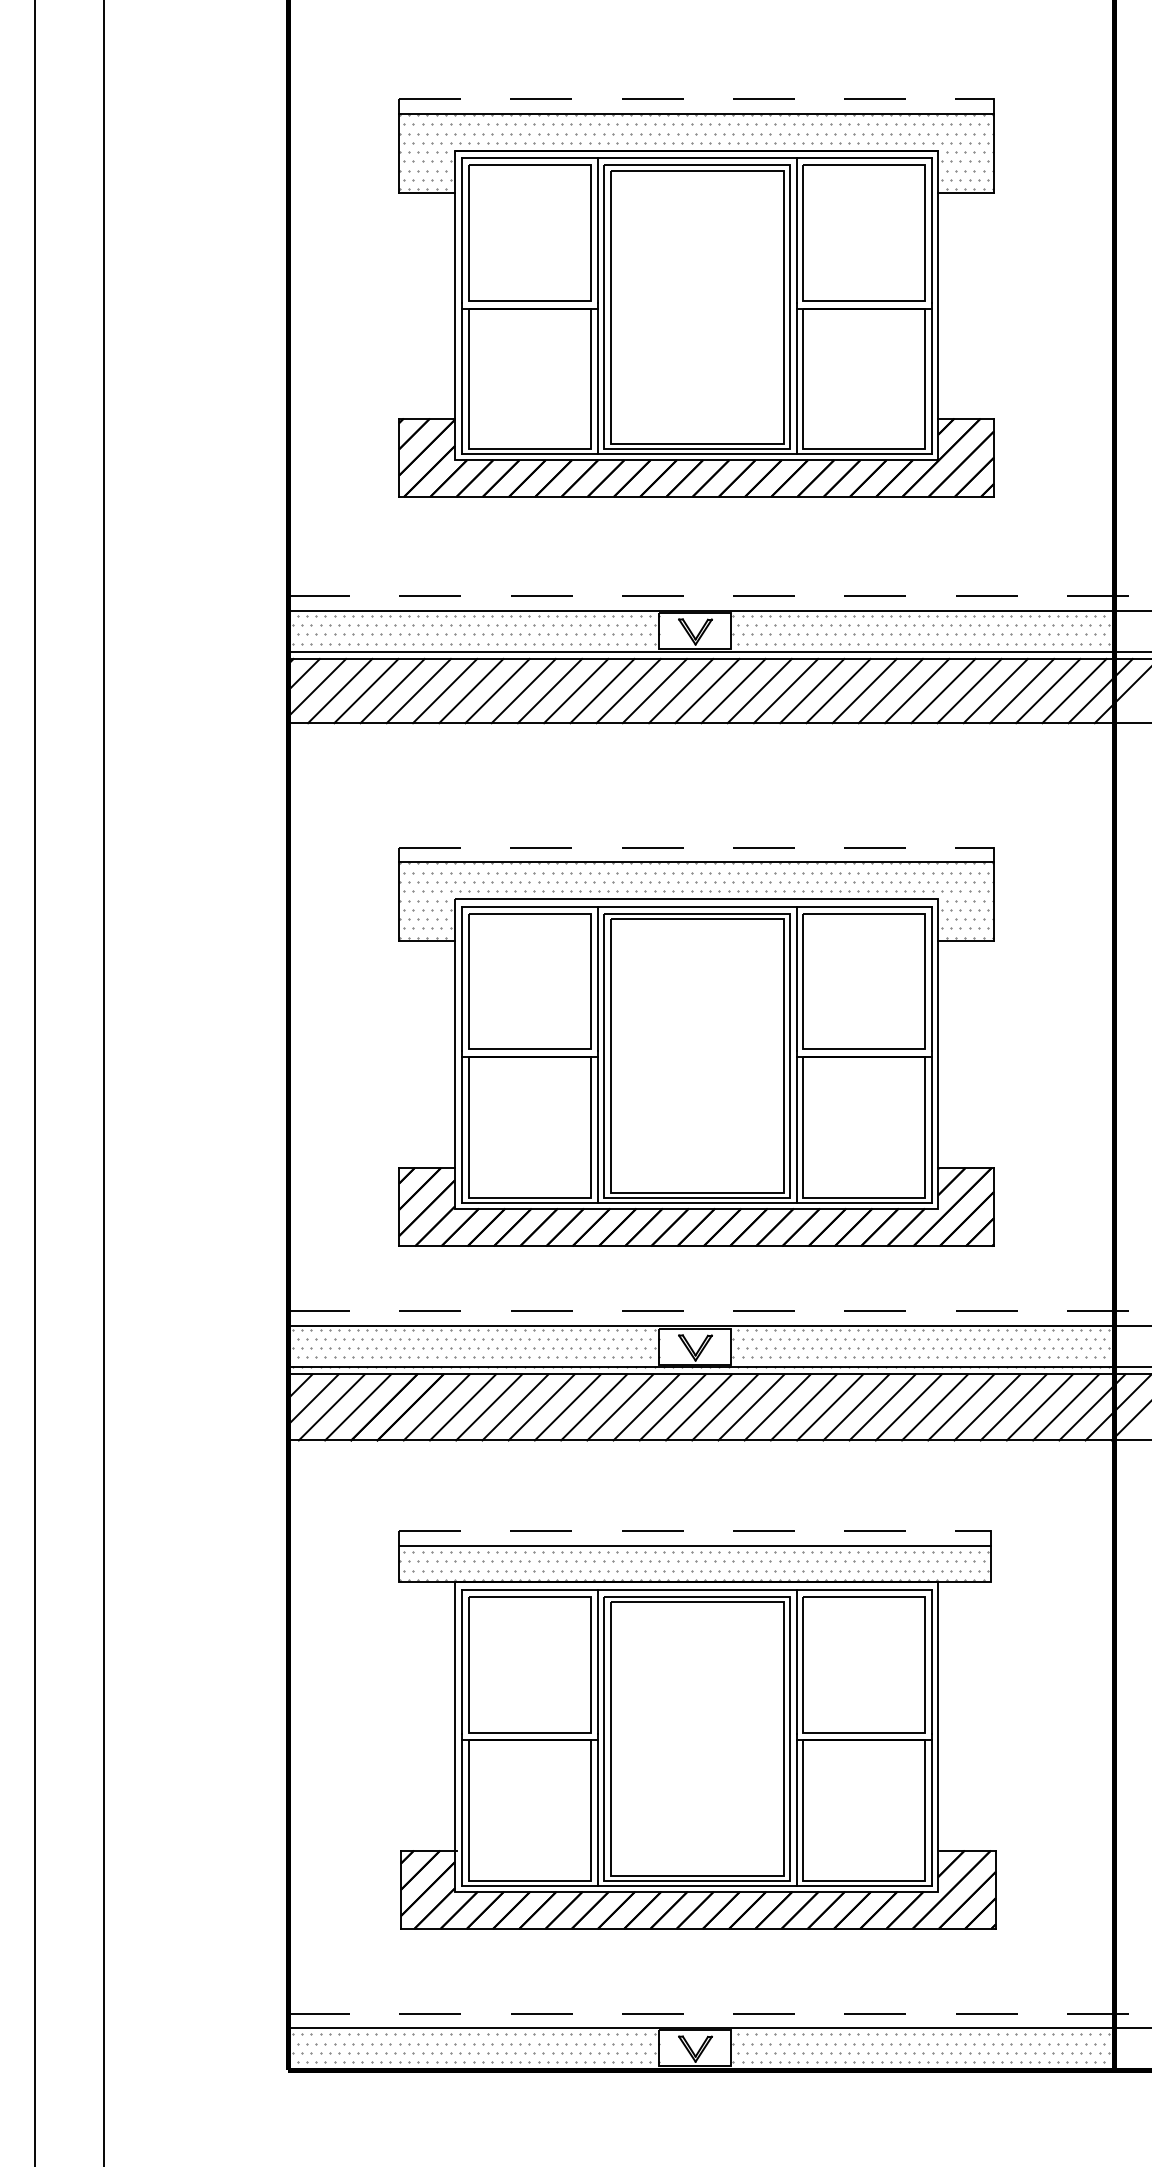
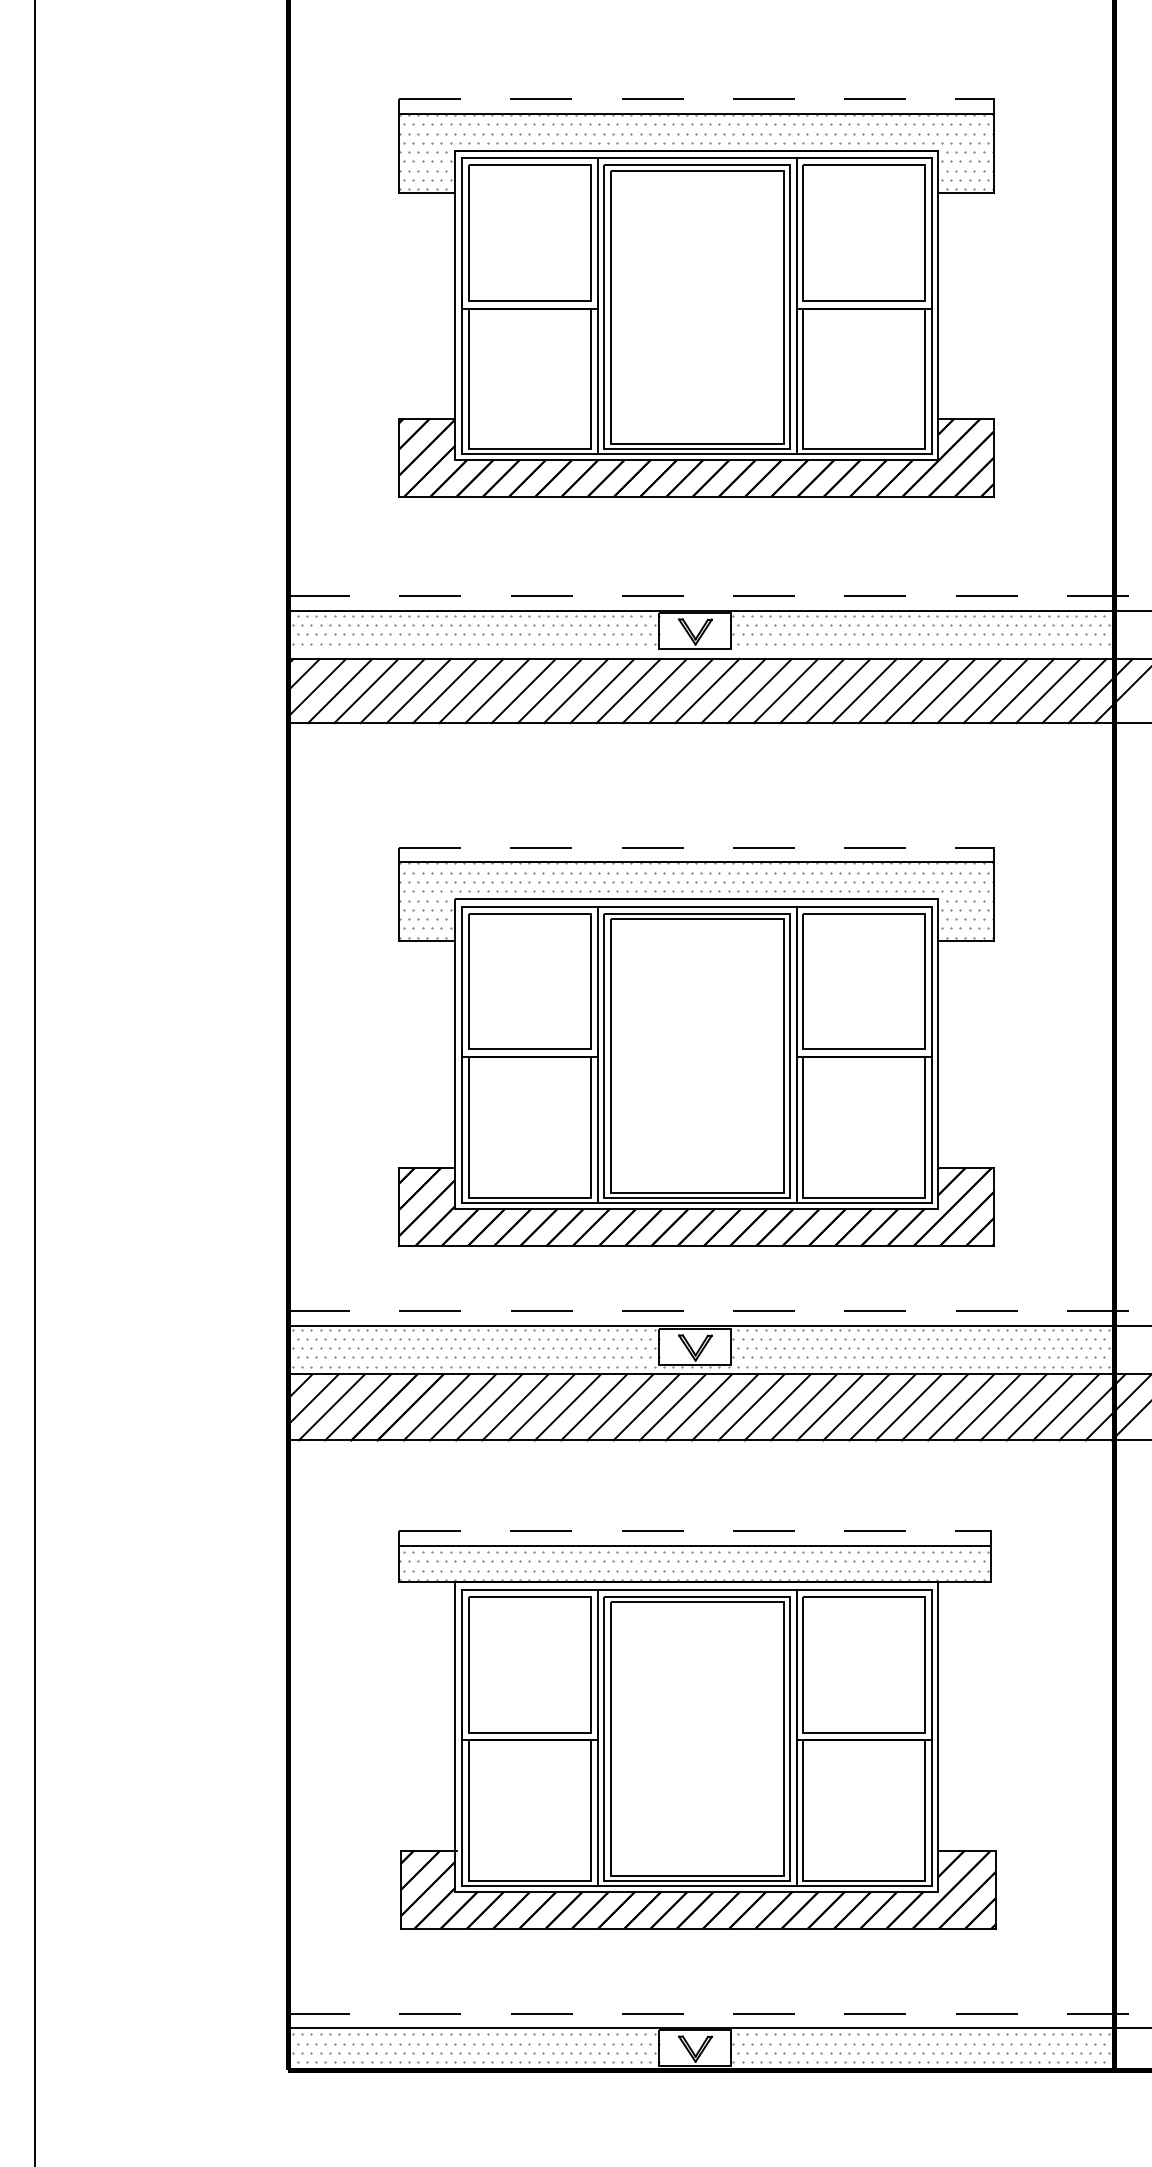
line at (718, 651): present -> none
line at (104, 1082): present -> none
line at (718, 1367): present -> none
